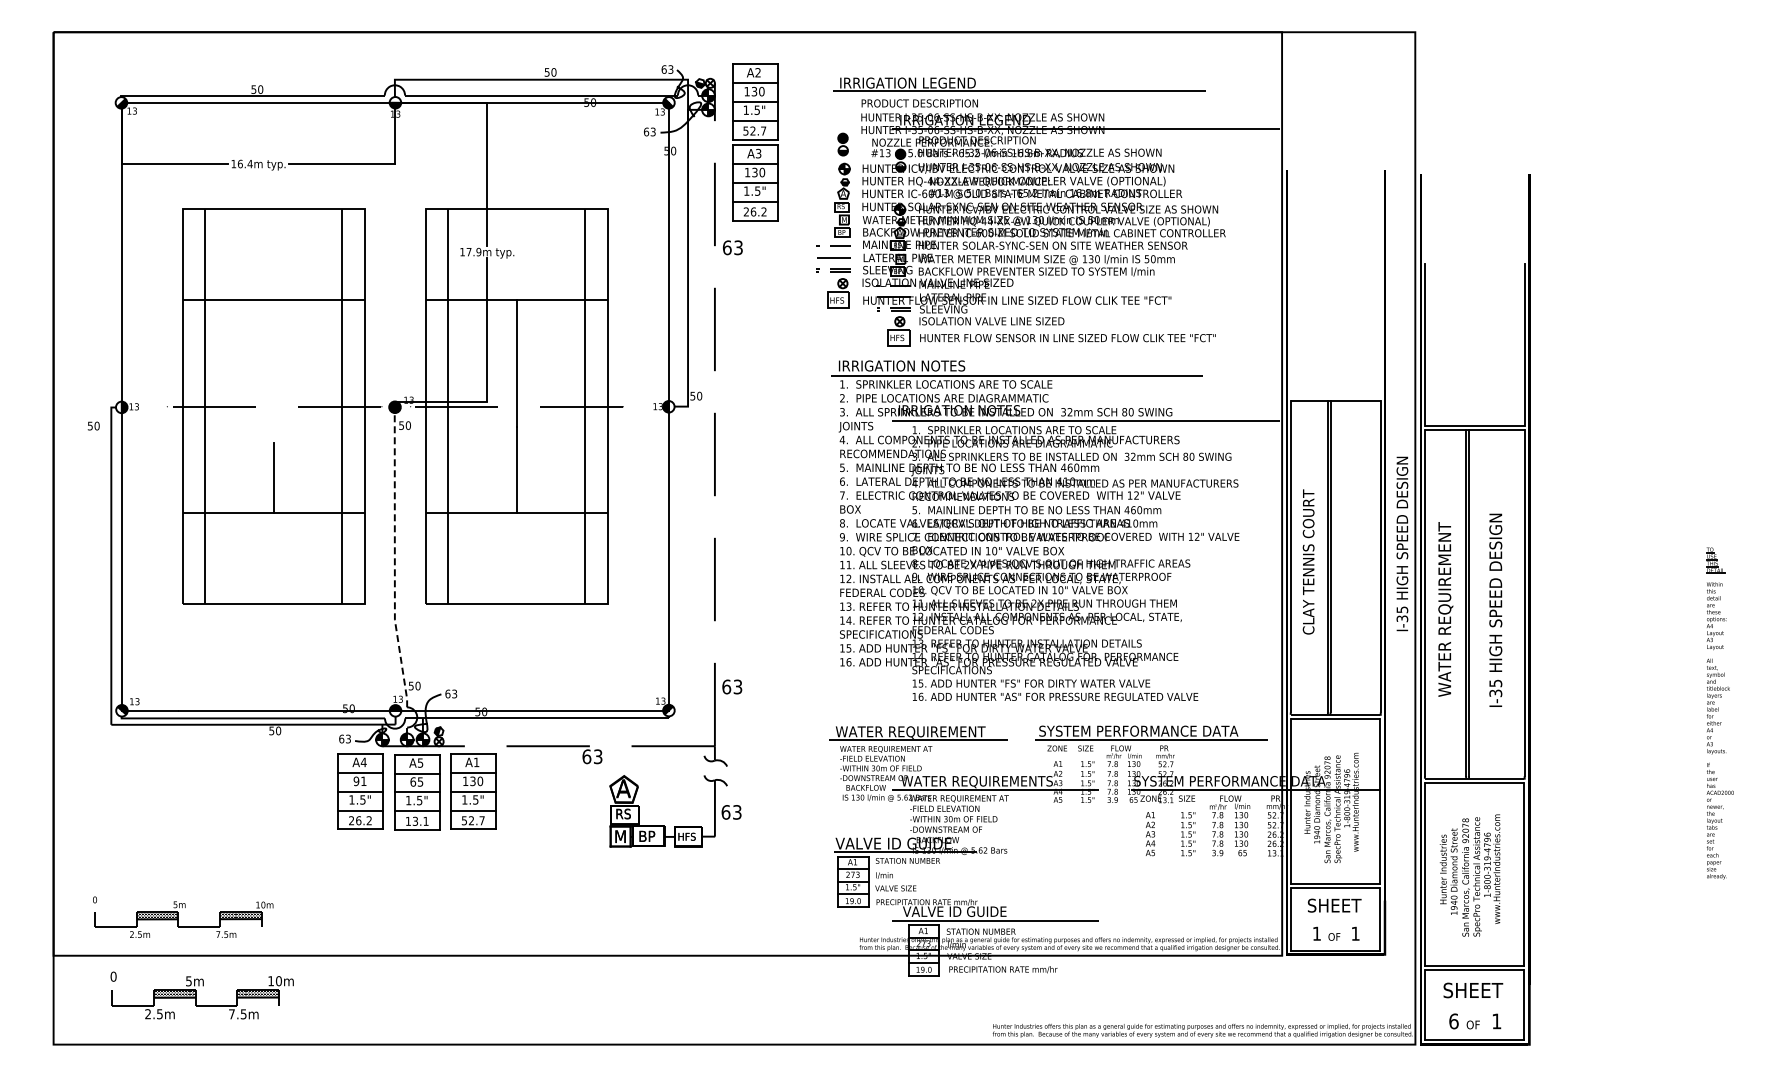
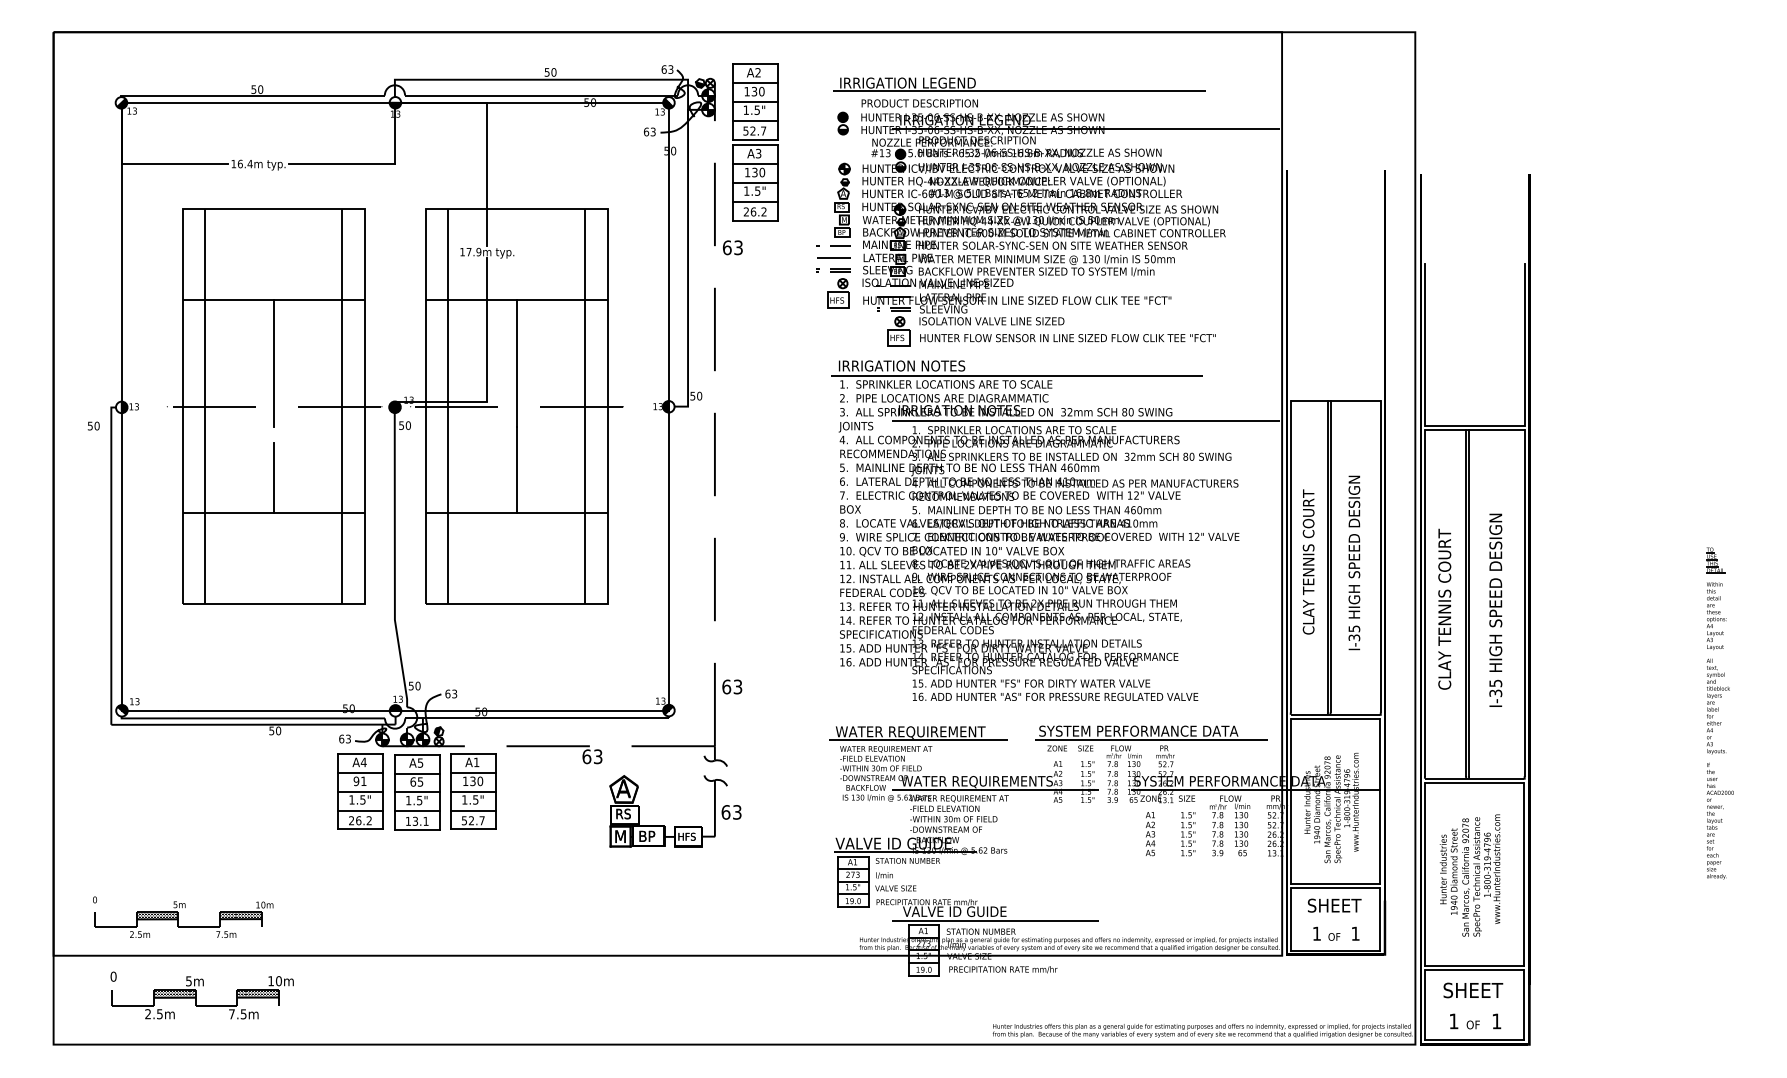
part at (842, 144) position: (842, 144) -> (842, 123)
line at (273, 363): none -> present
text at (1402, 543) position: (1402, 543) -> (1354, 562)
line at (394, 561): dashed -> solid
text at (1445, 609): WATER REQUIREMENT -> CLAY TENNIS COURT
text at (1453, 1021): 6 -> 1
